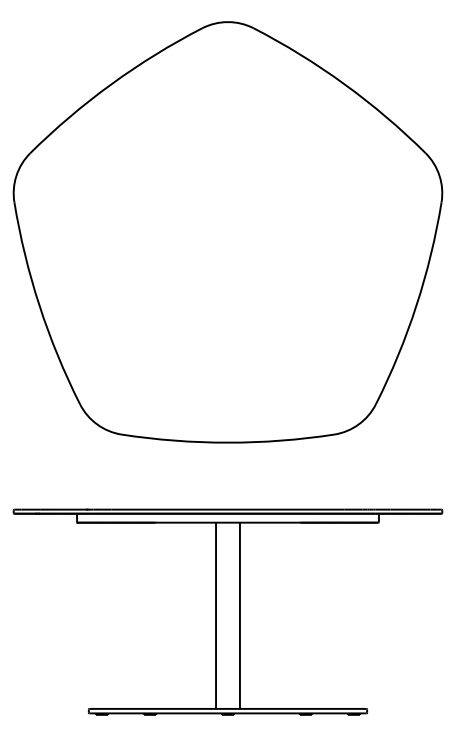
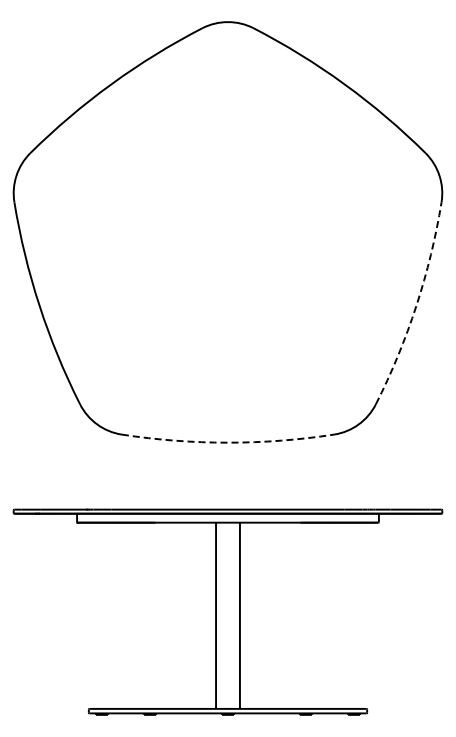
arc at (416, 305): solid -> dashed
arc at (228, 442): solid -> dashed
